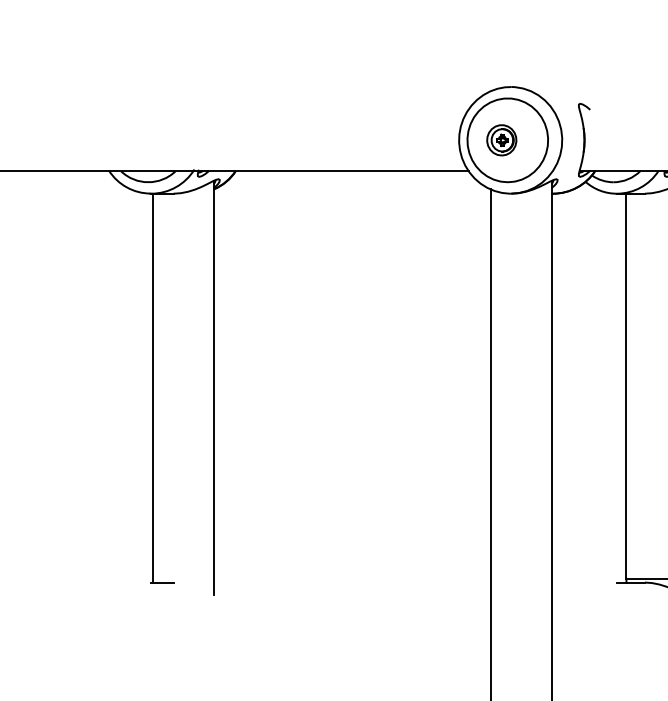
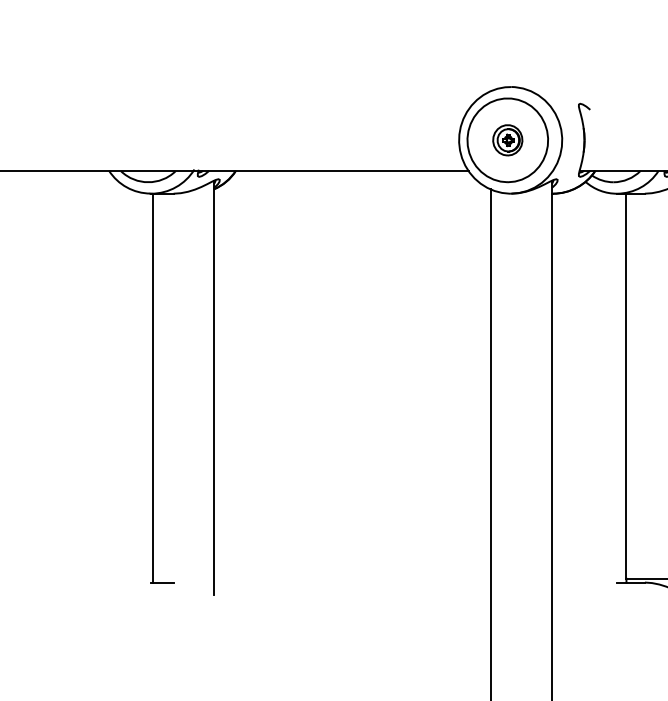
part at (501, 140) position: (501, 140) -> (507, 140)
